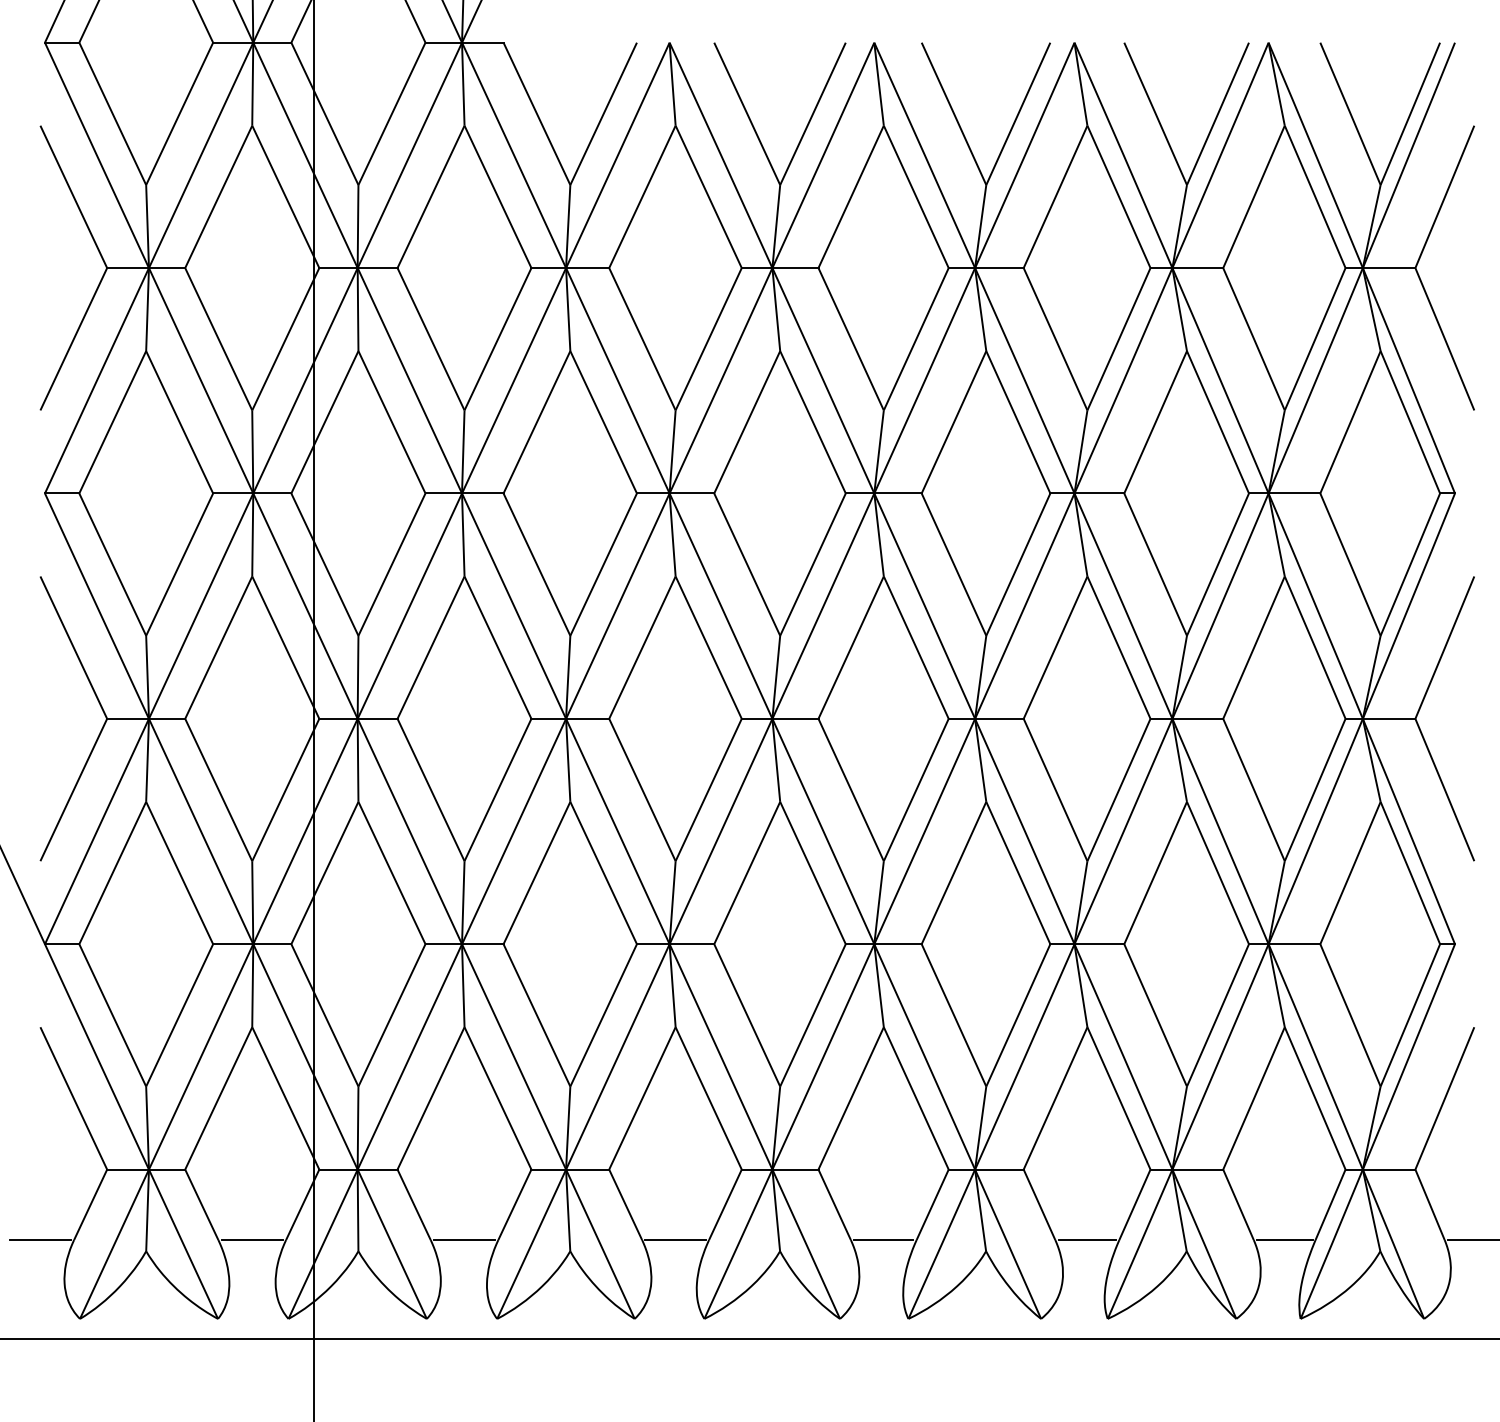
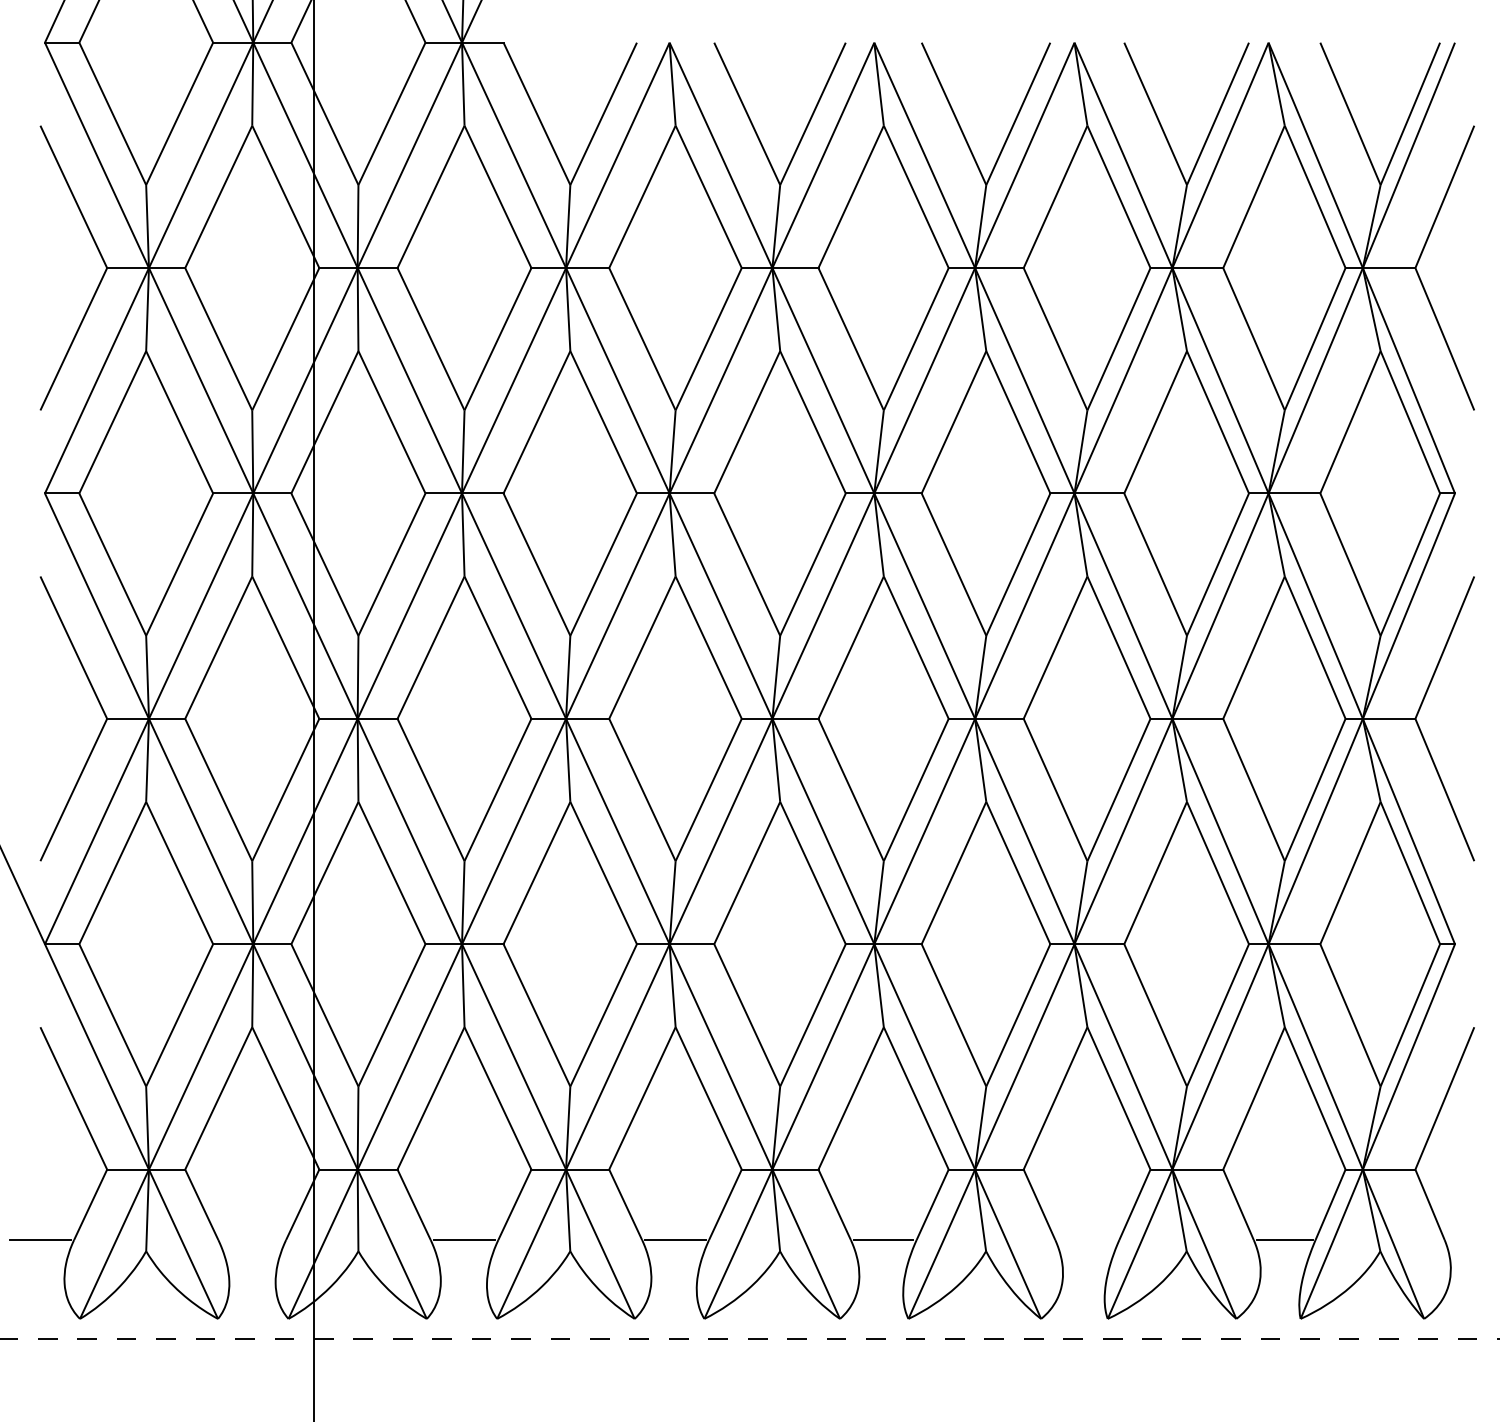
line at (251, 1240): present -> none
line at (1087, 1240): present -> none
line at (1471, 1240): present -> none
line at (749, 1338): solid -> dashed
